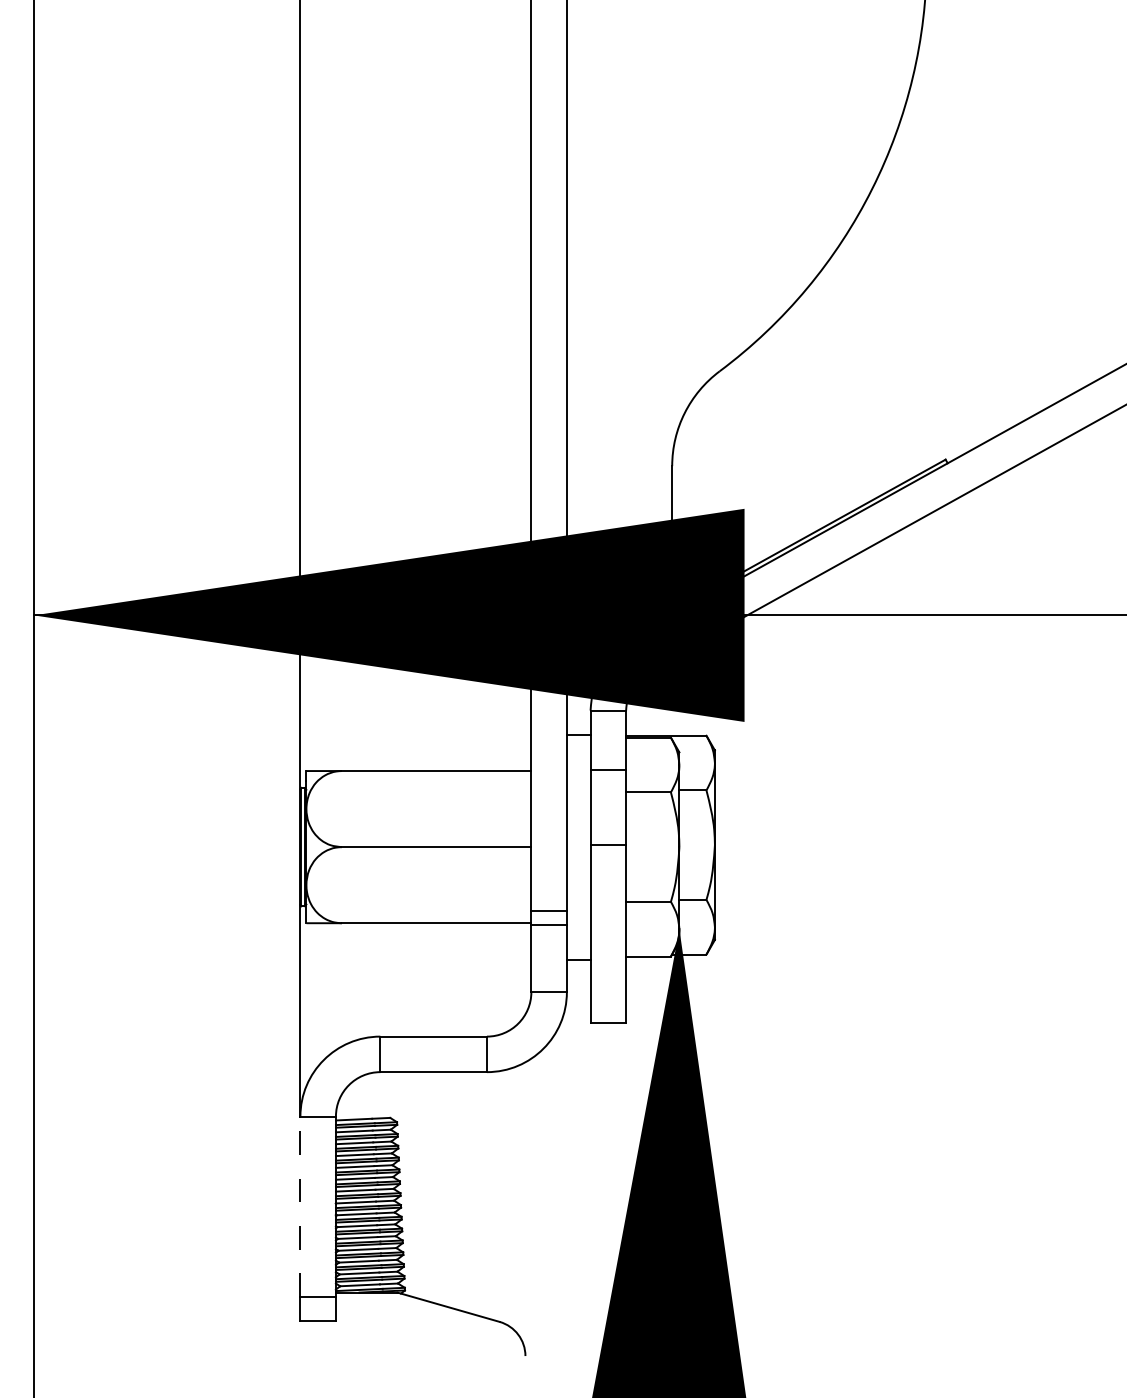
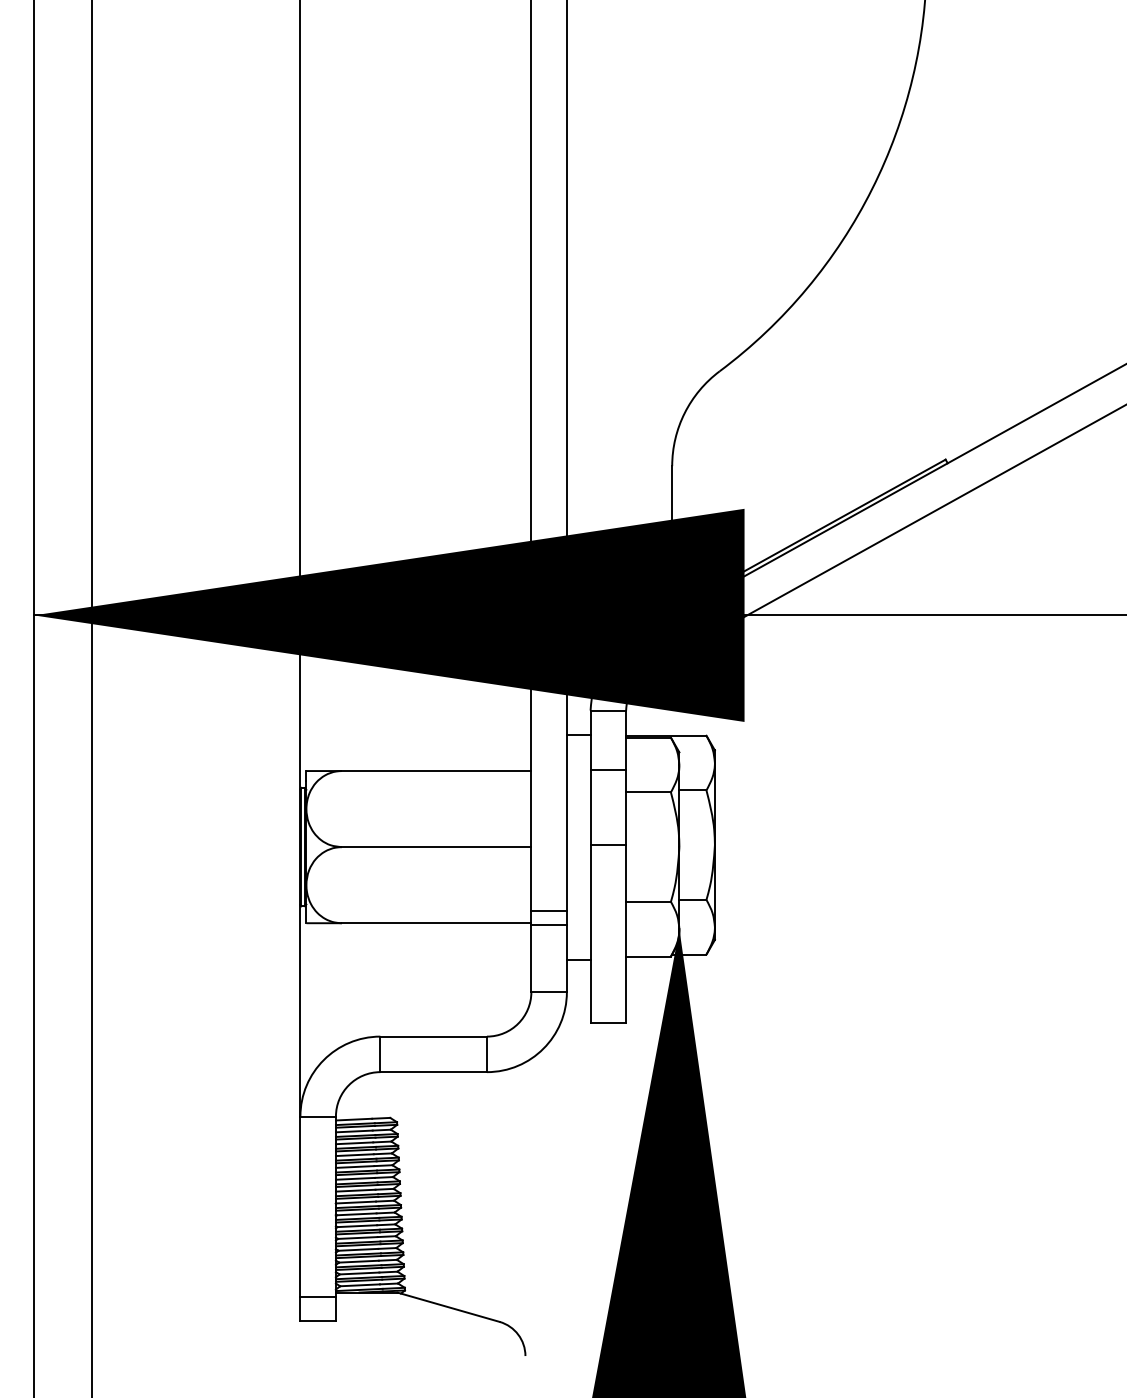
line at (91, 698): none -> present
line at (300, 1206): dashed -> solid
